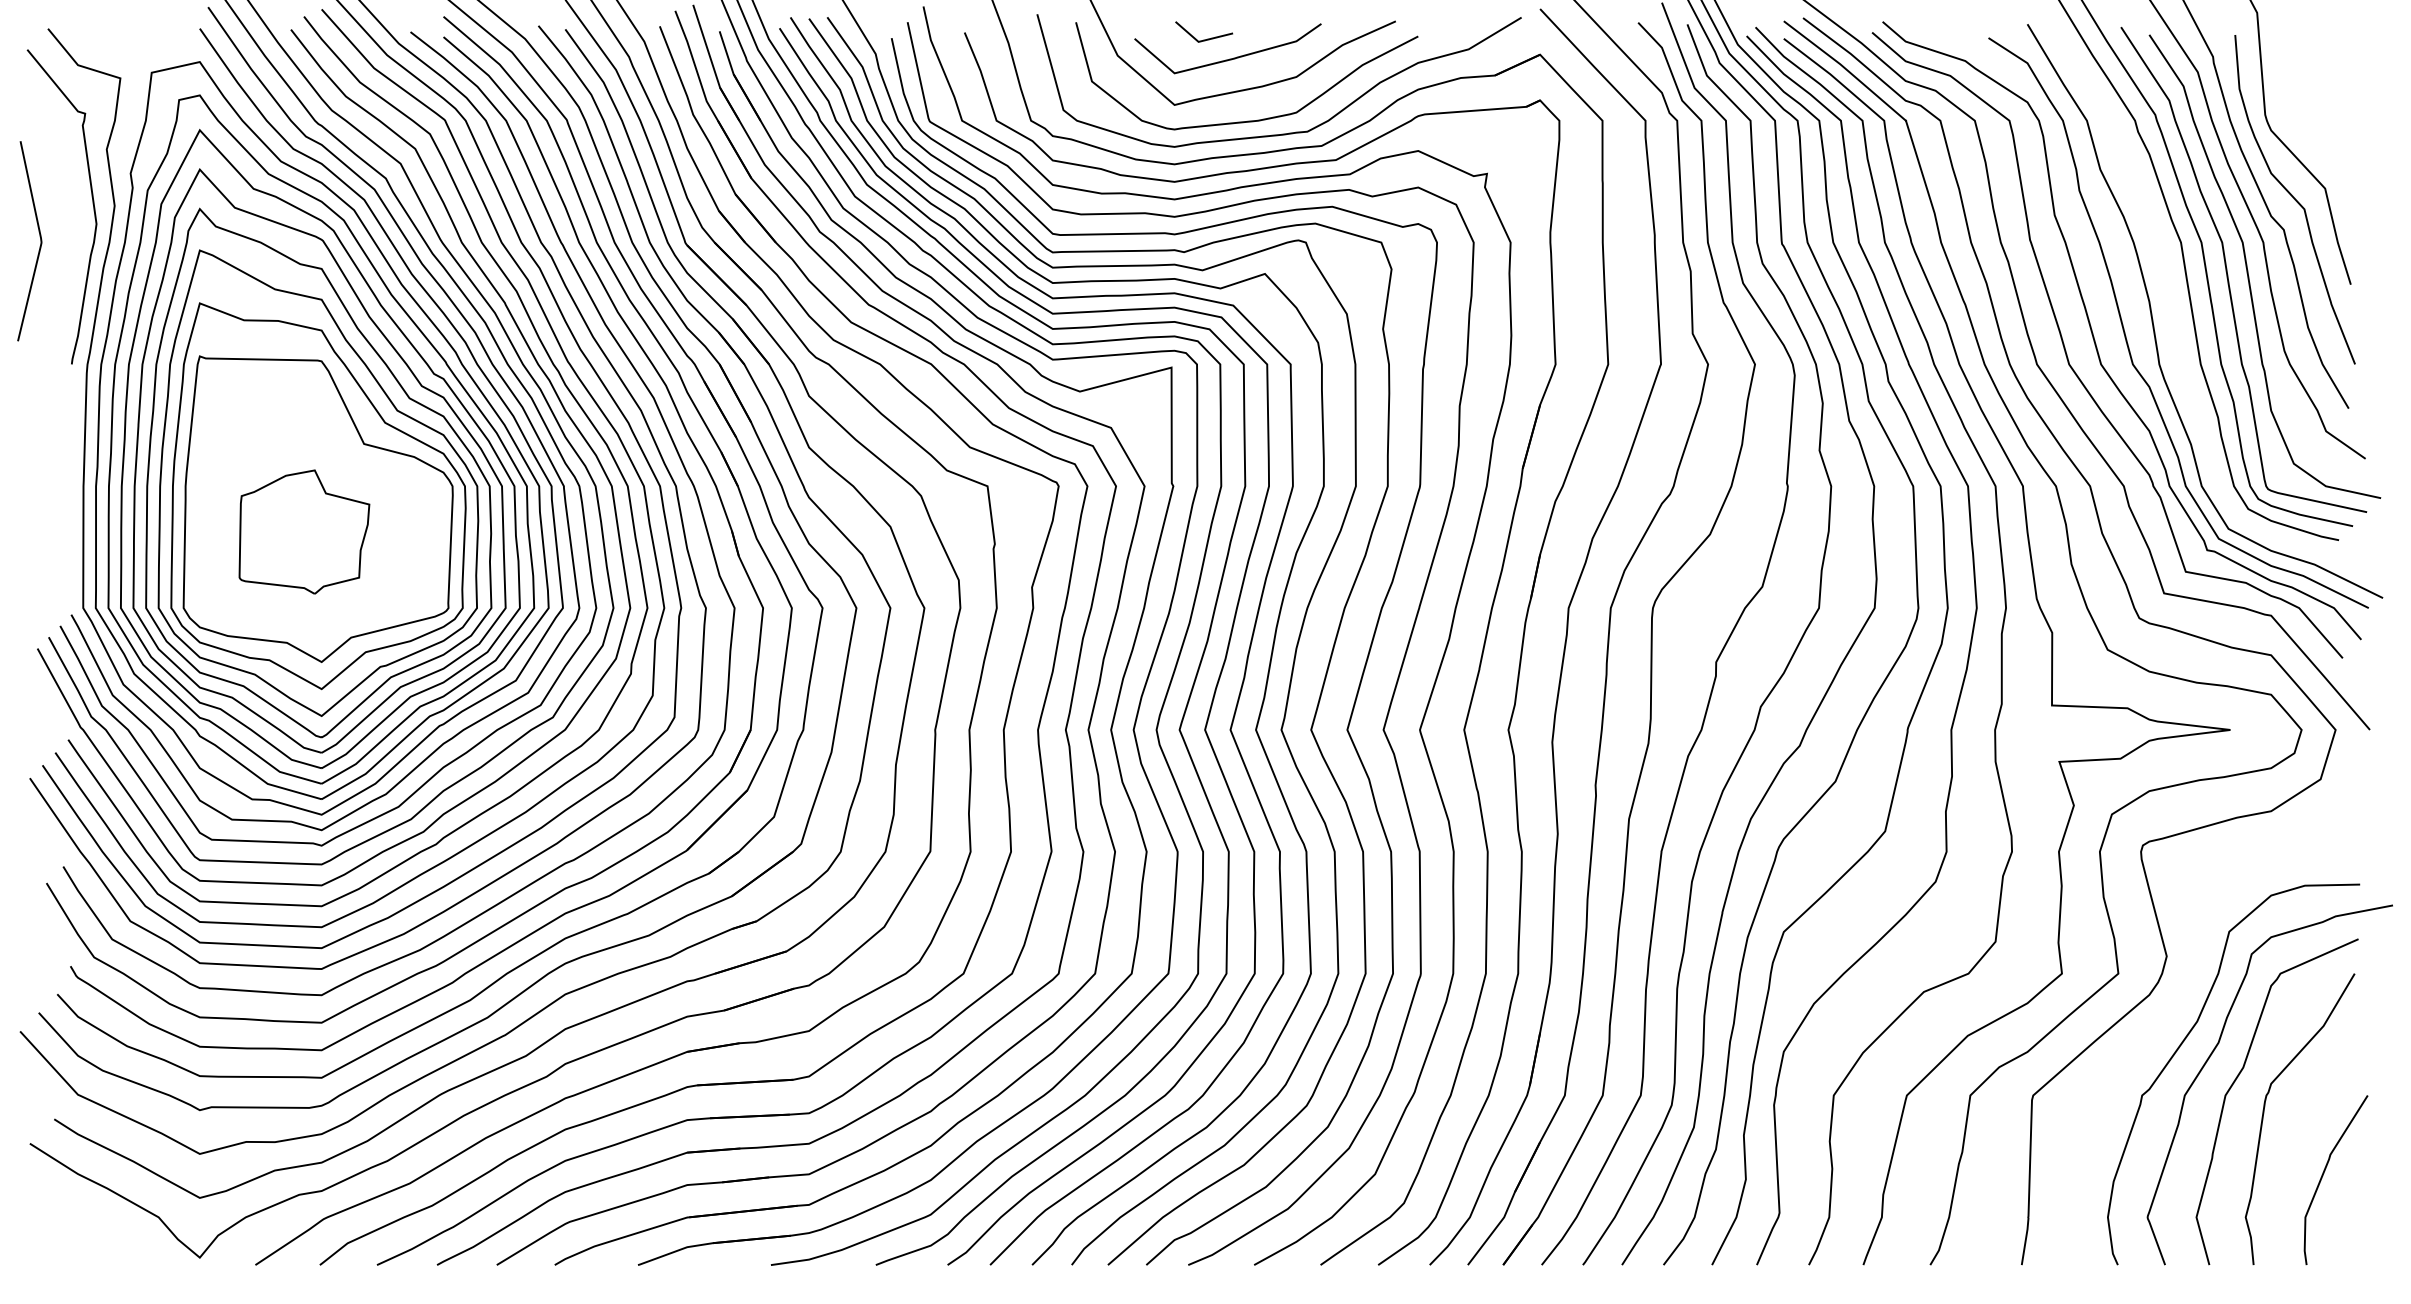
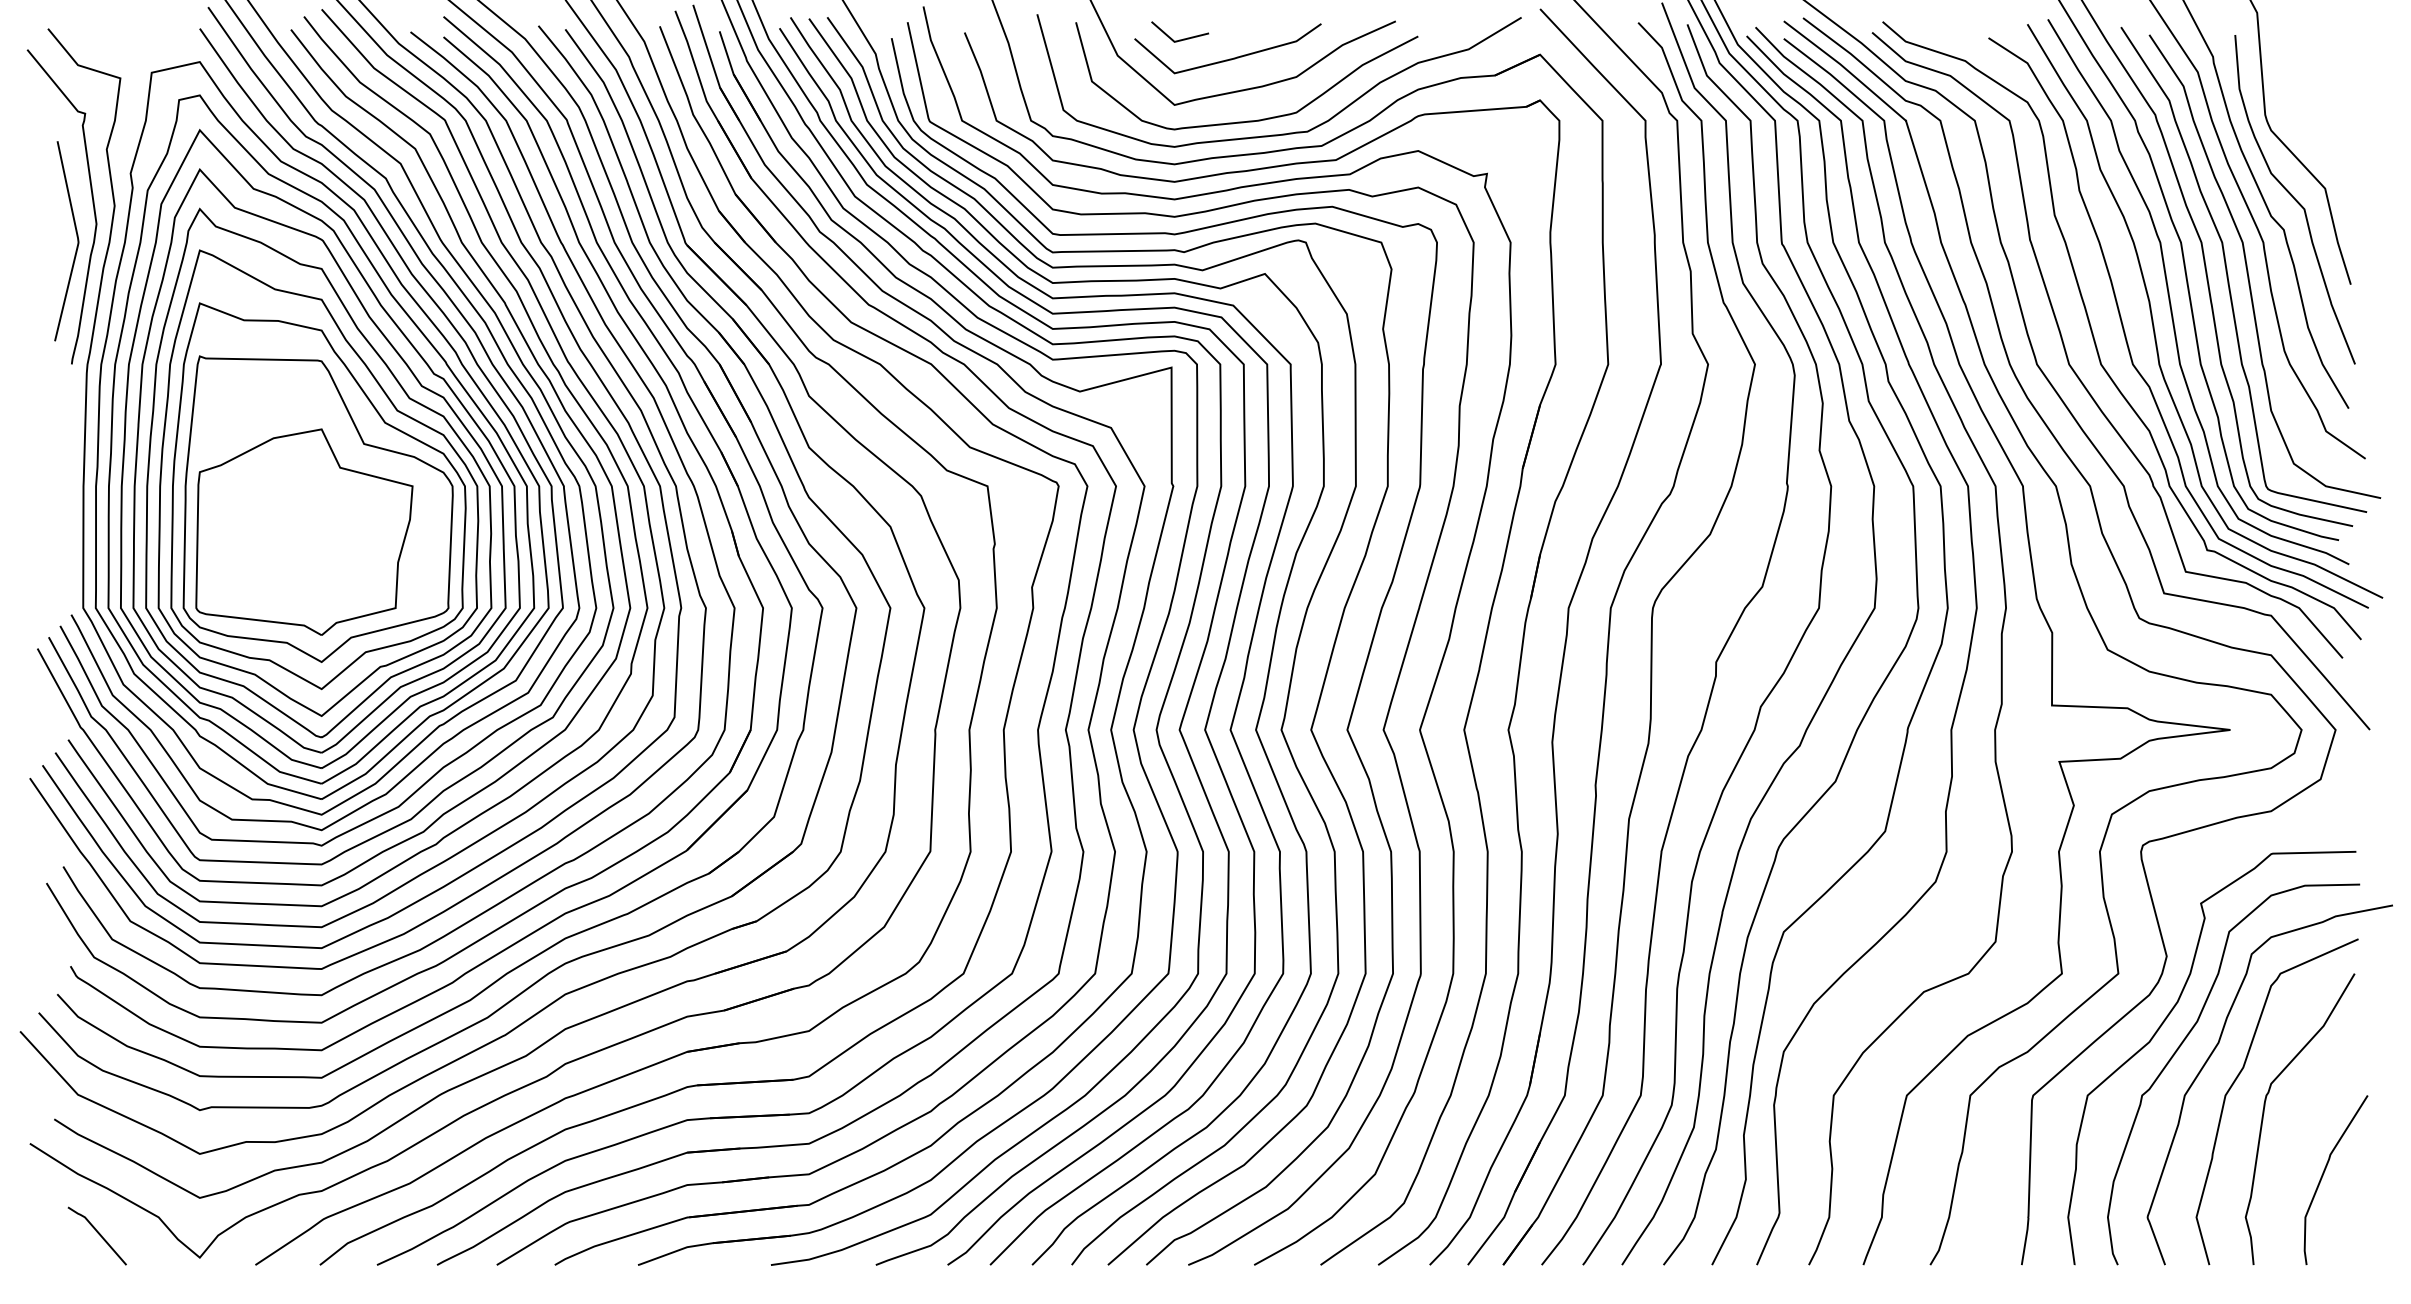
line at (1207, 38) position: (1207, 38) -> (1183, 38)
curve at (40, 241) position: (40, 241) -> (77, 241)
curve at (2170, 297): none -> present
part at (304, 531) size: 133x126 px -> 219x208 px
curve at (2162, 1025): none -> present
line at (97, 1233): none -> present
